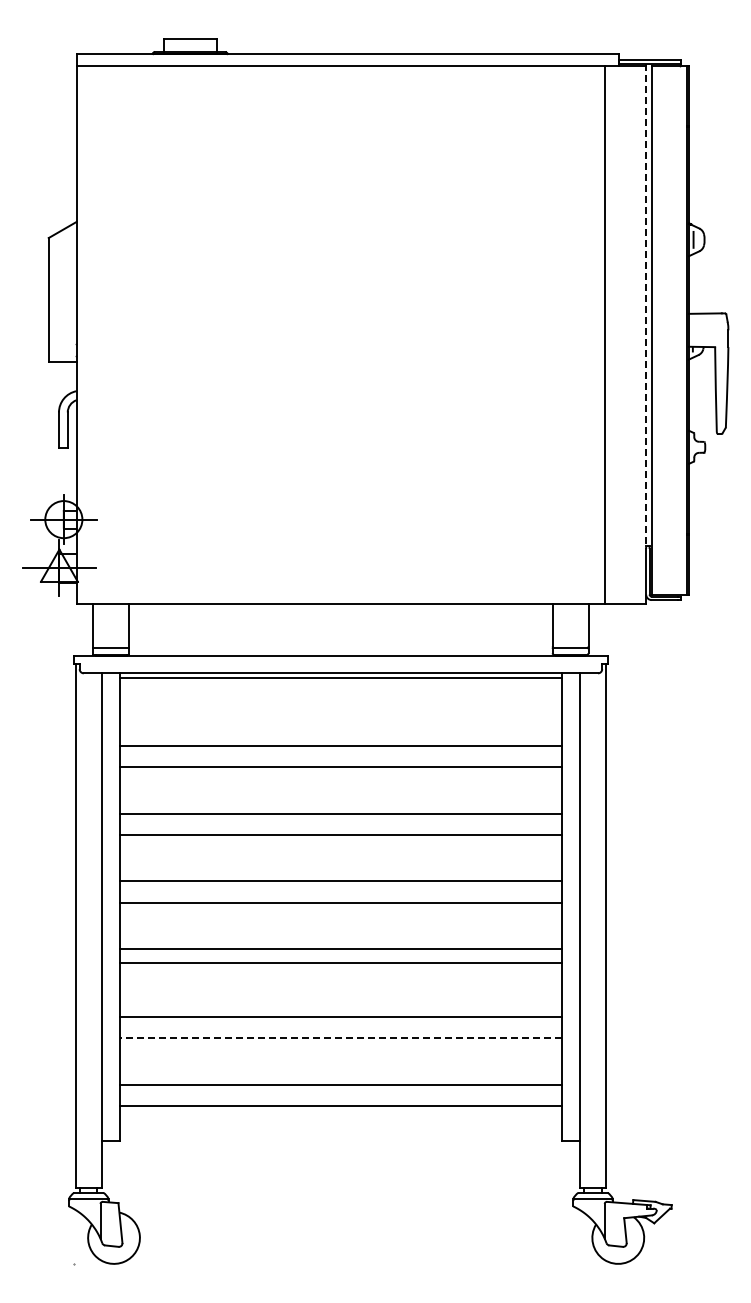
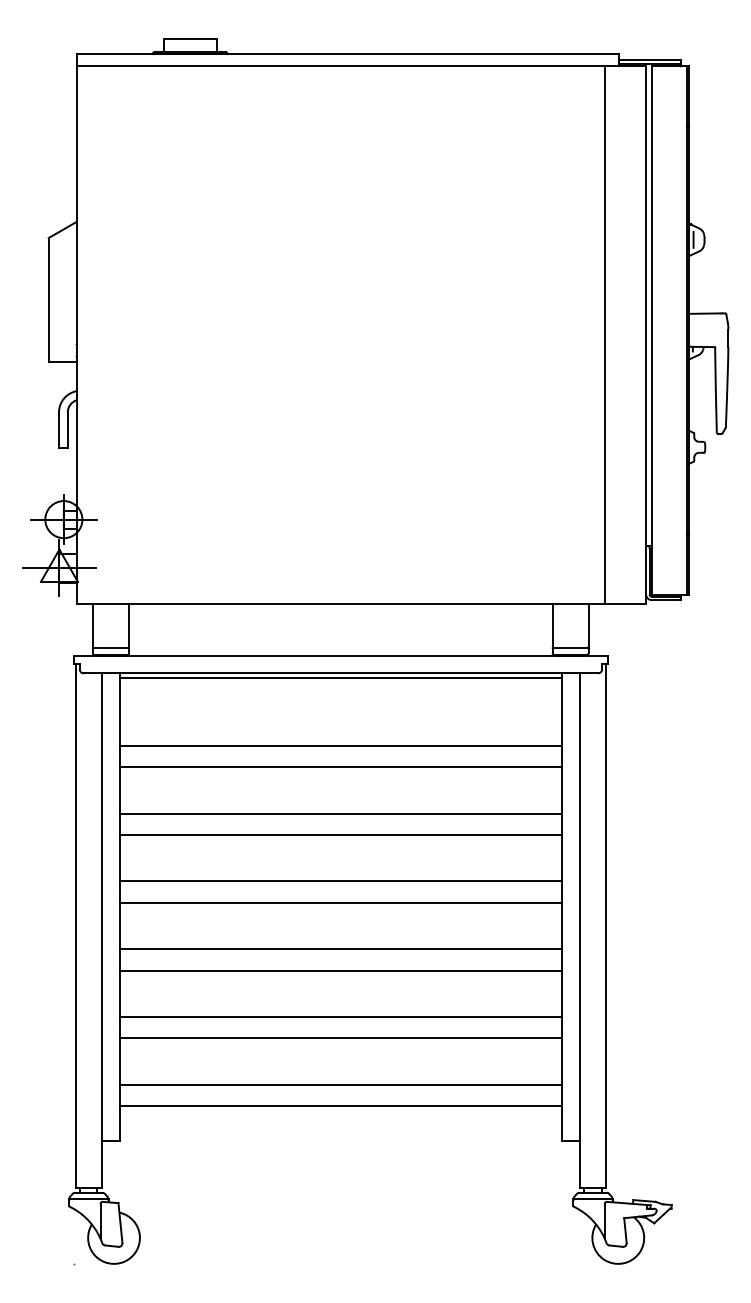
line at (646, 305): dashed -> solid
line at (340, 962) position: (340, 962) -> (340, 970)
line at (340, 1038): dashed -> solid
